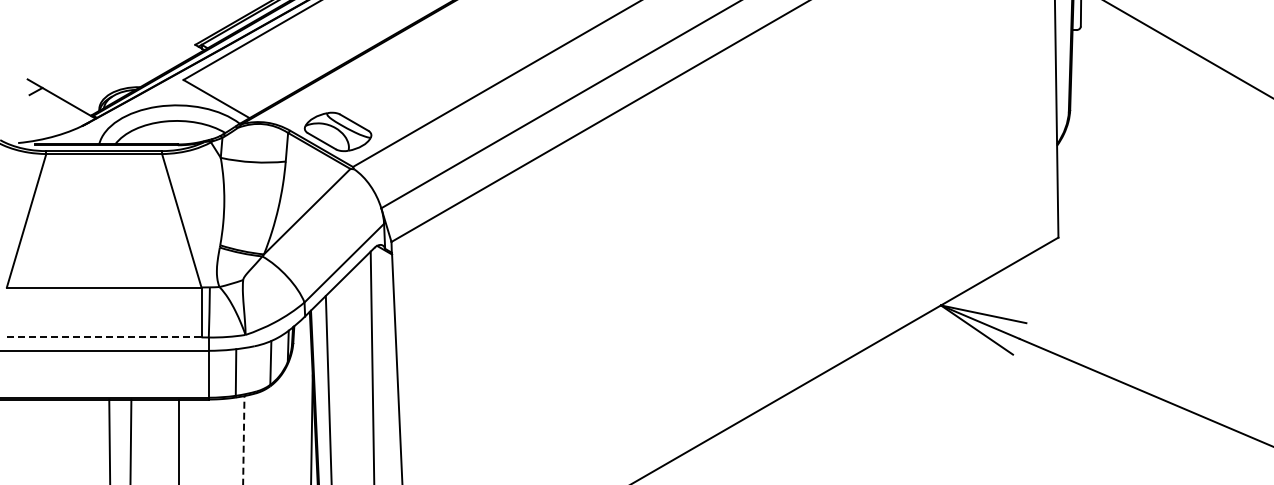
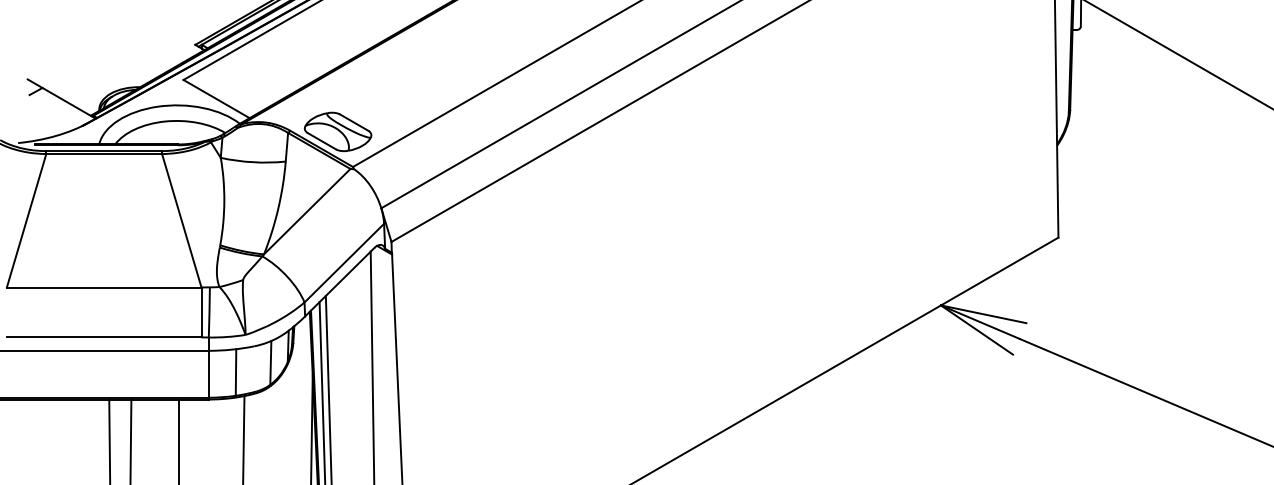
line at (1188, 49) position: (1188, 49) -> (1179, 54)
line at (104, 337): dashed -> solid
line at (322, 391): none -> present
line at (243, 439): dashed -> solid
